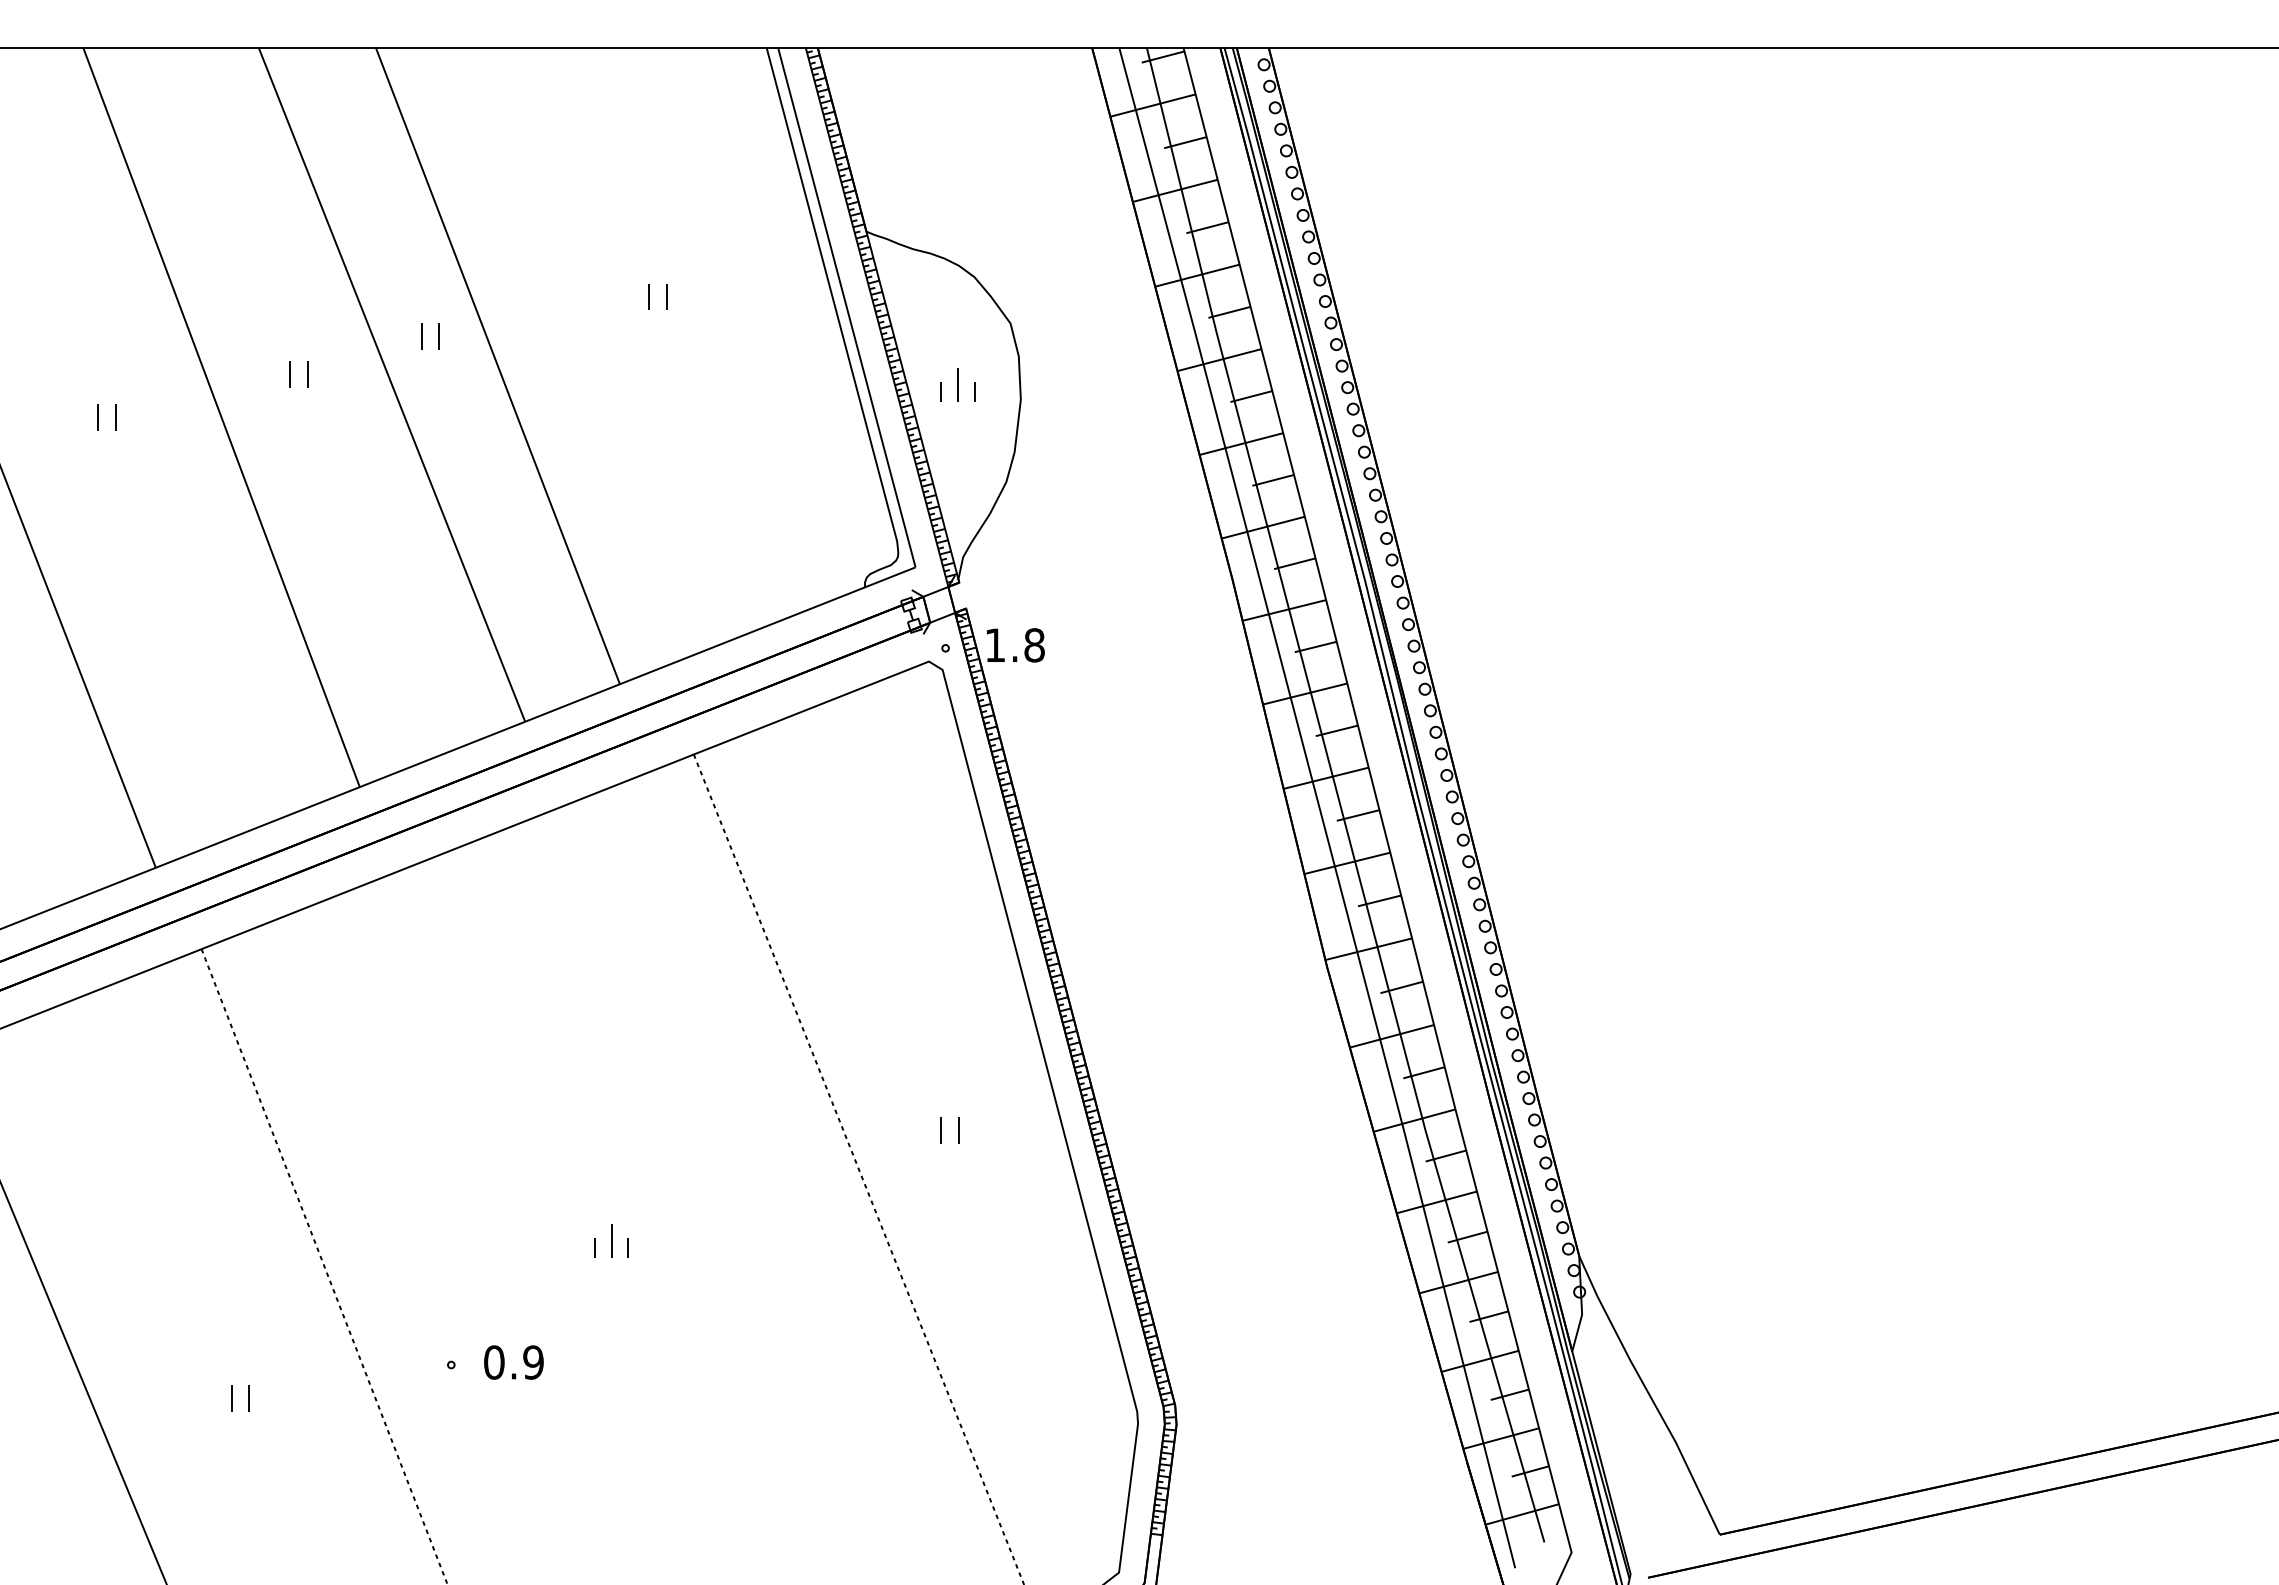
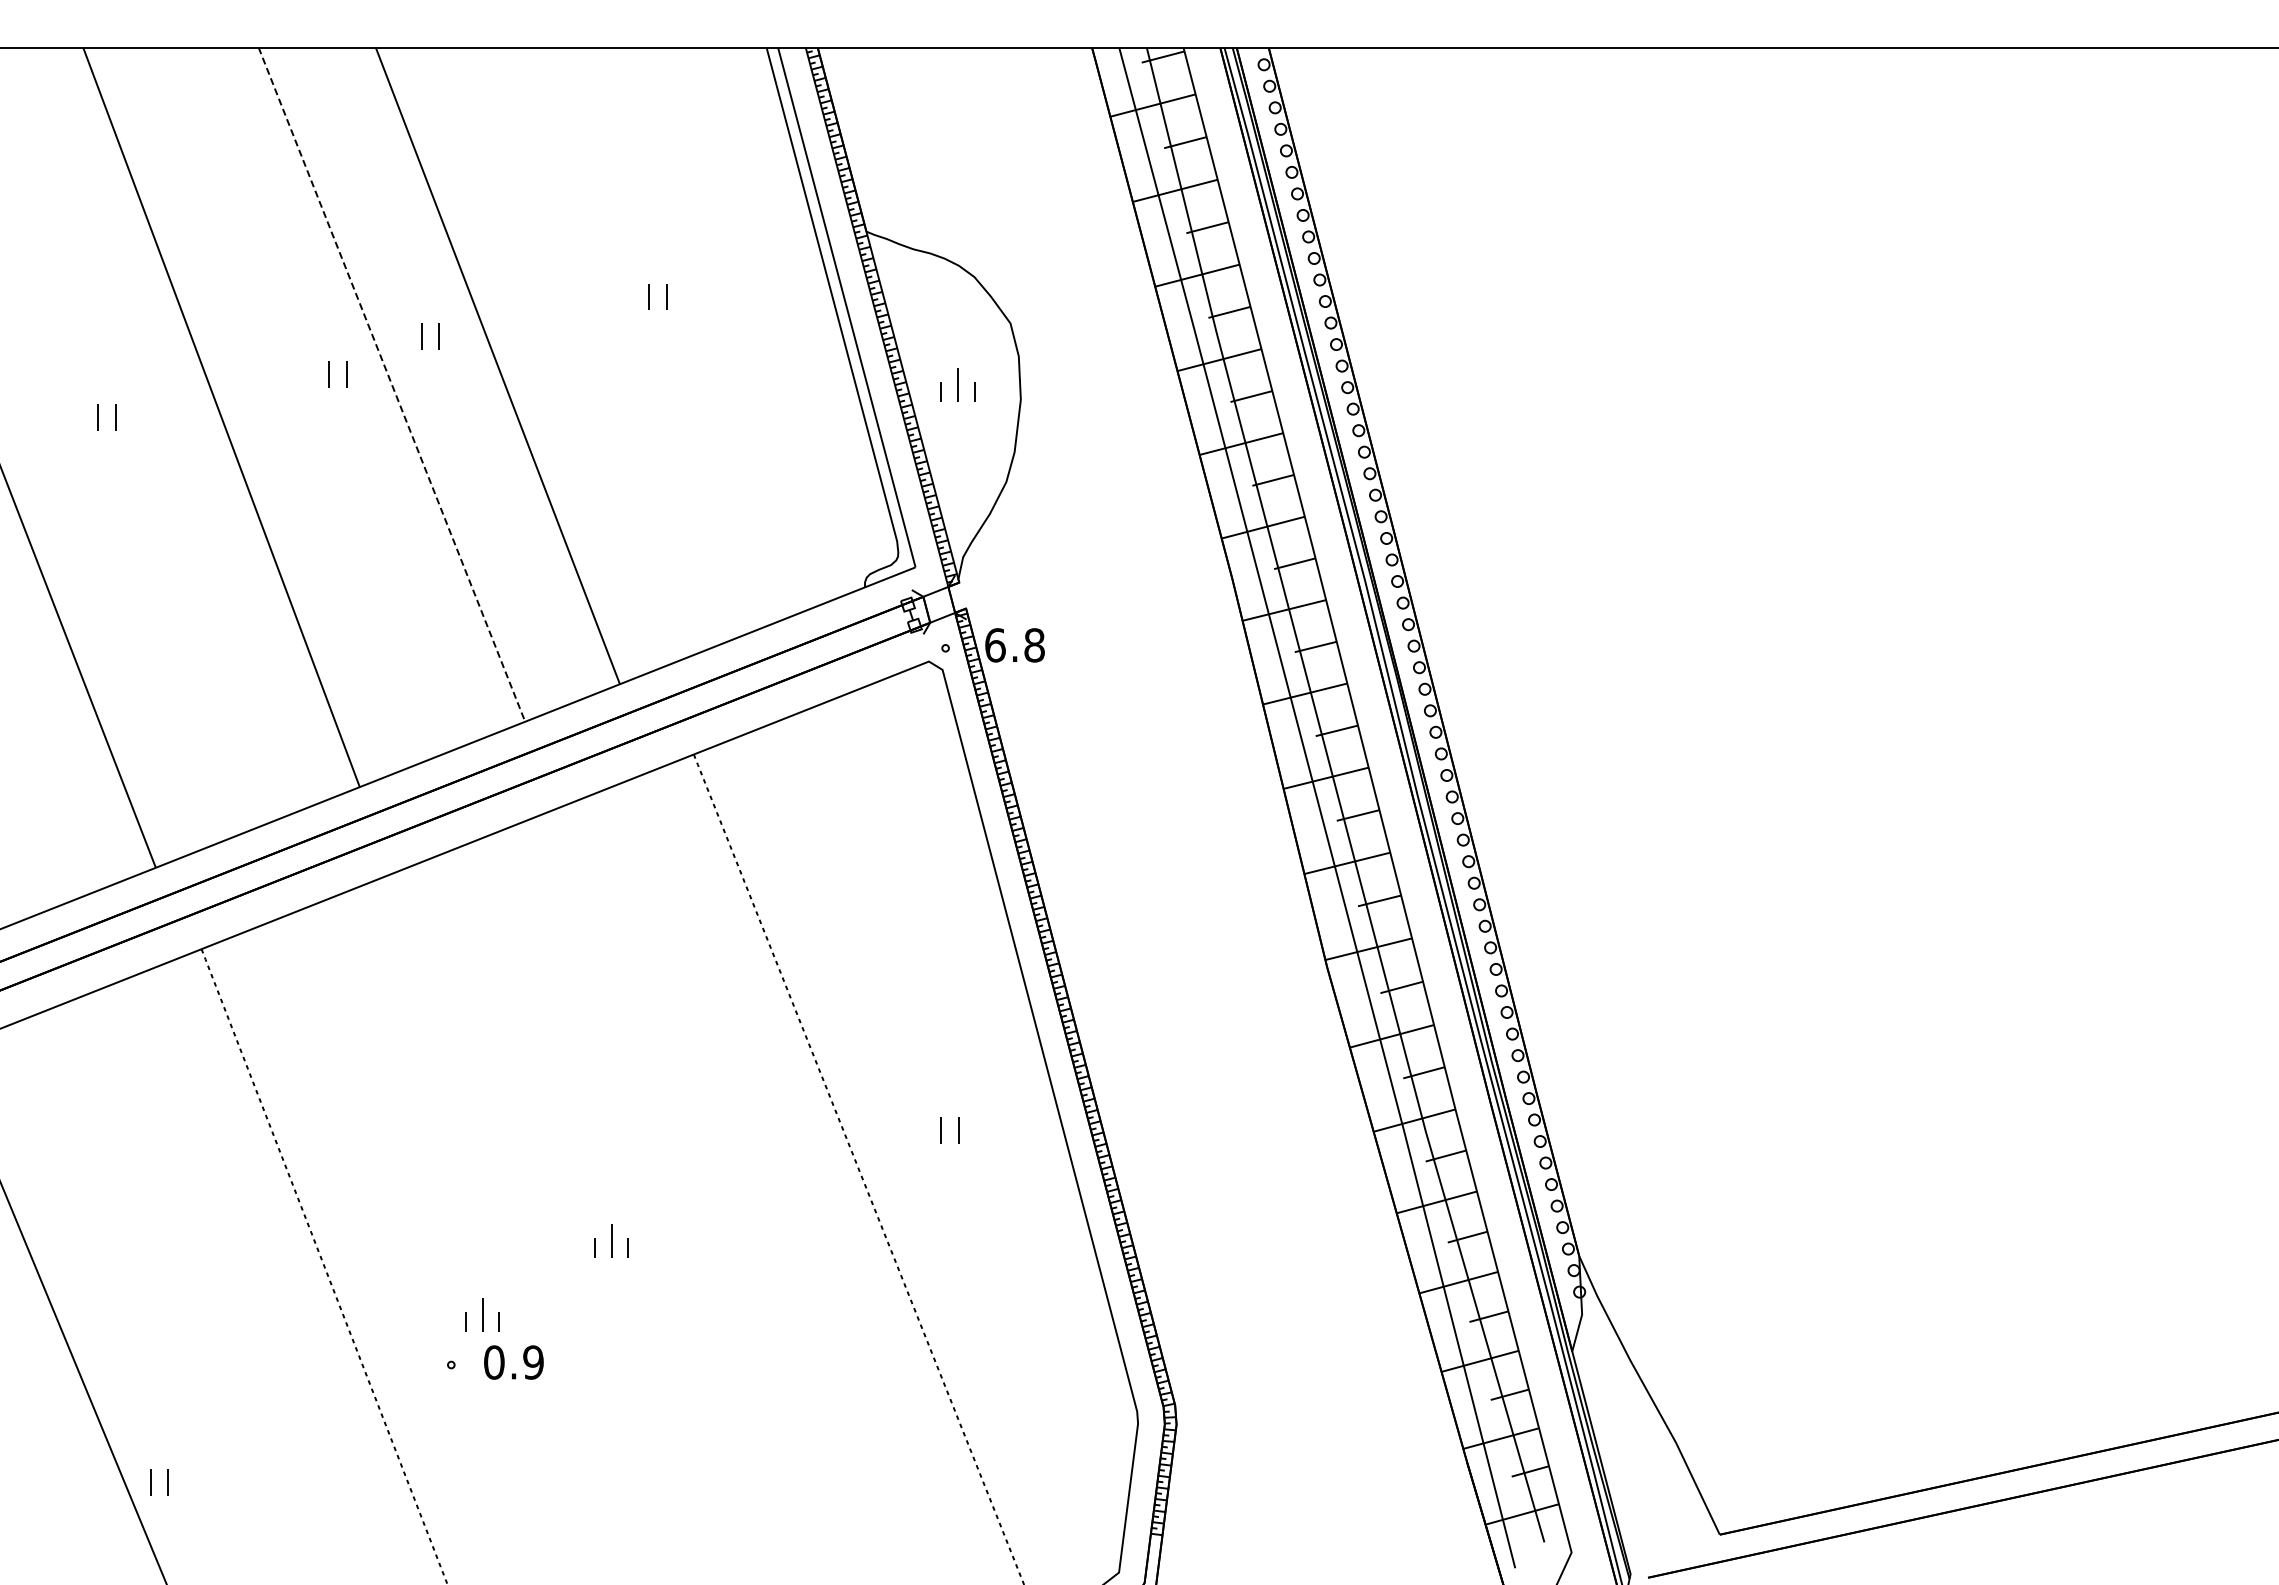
part at (290, 374) position: (290, 374) -> (329, 374)
line at (392, 385): solid -> dashed
text at (995, 645): 1.8 -> 6.8
part at (482, 1314): none -> present
part at (232, 1398) position: (232, 1398) -> (151, 1482)
